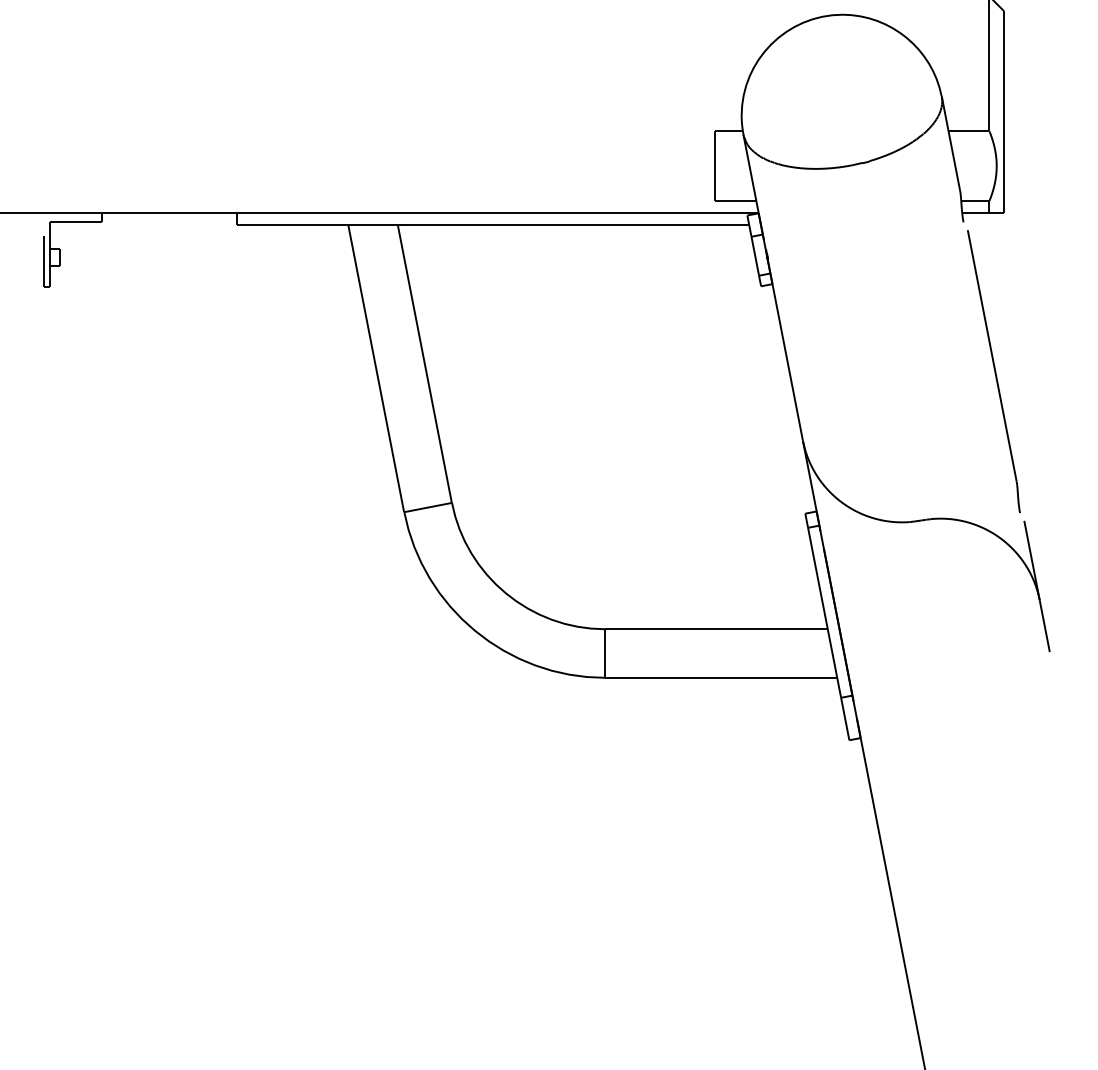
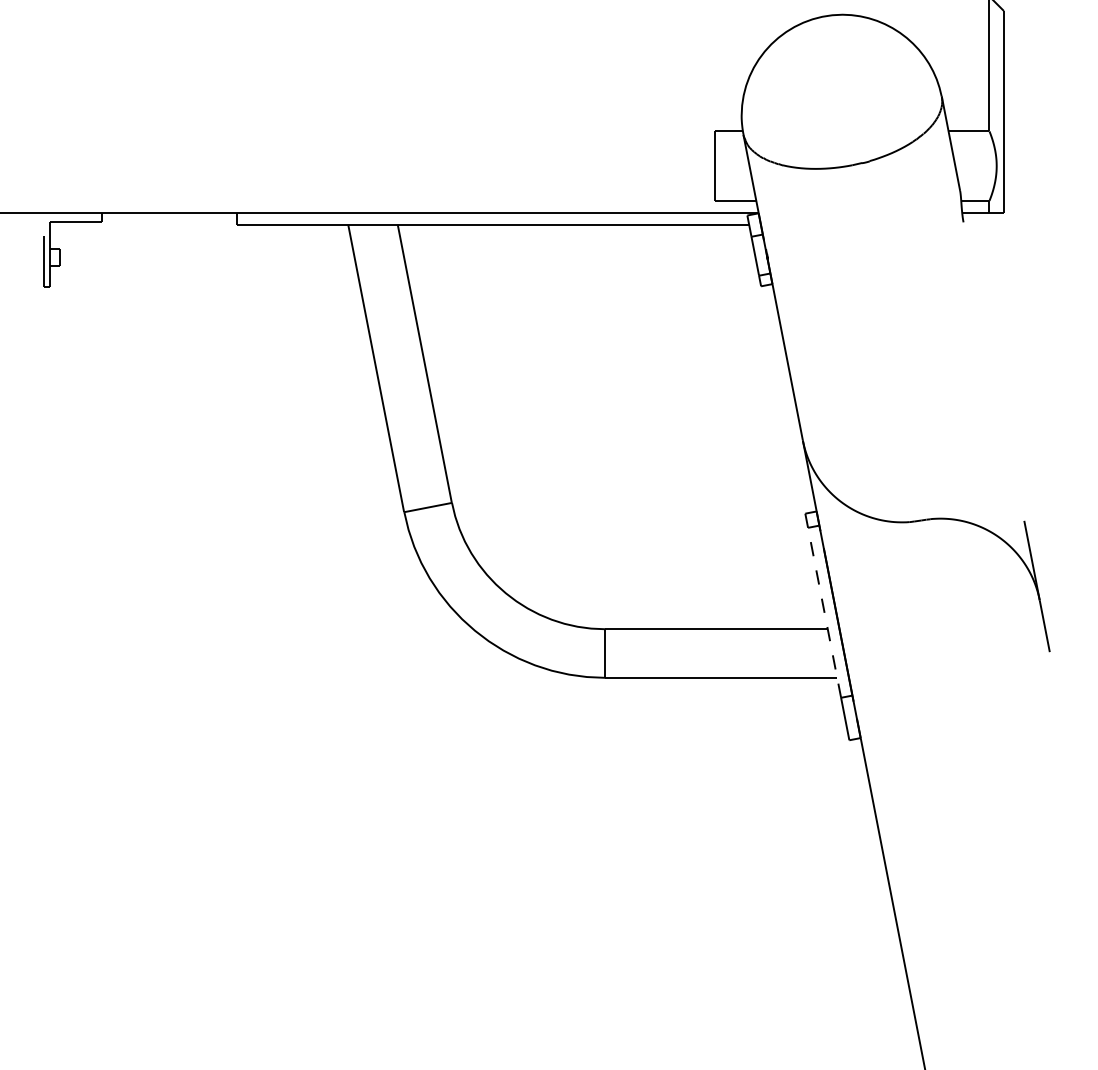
part at (993, 371): present -> none
line at (824, 612): solid -> dashed
